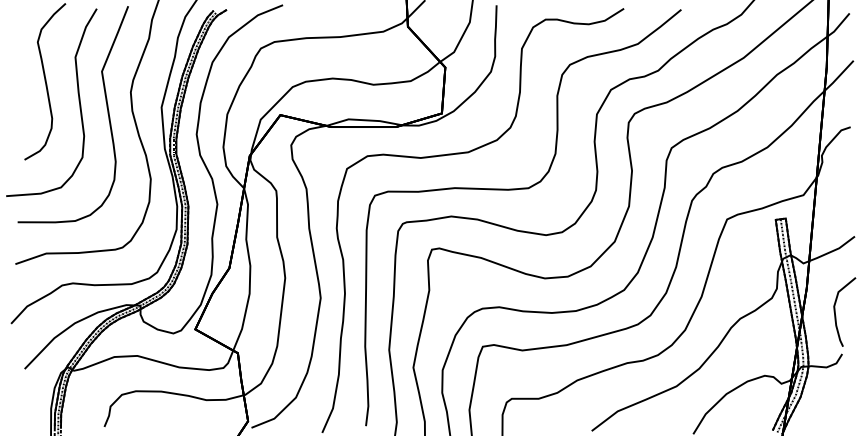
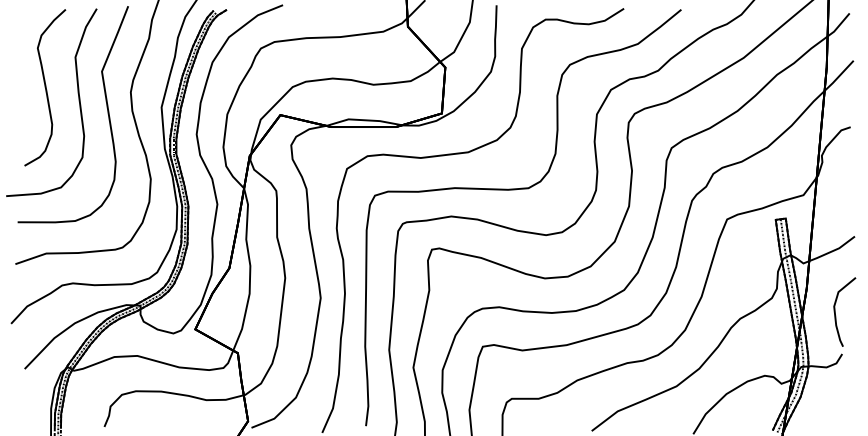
curve at (45, 81) position: (45, 81) -> (45, 87)
